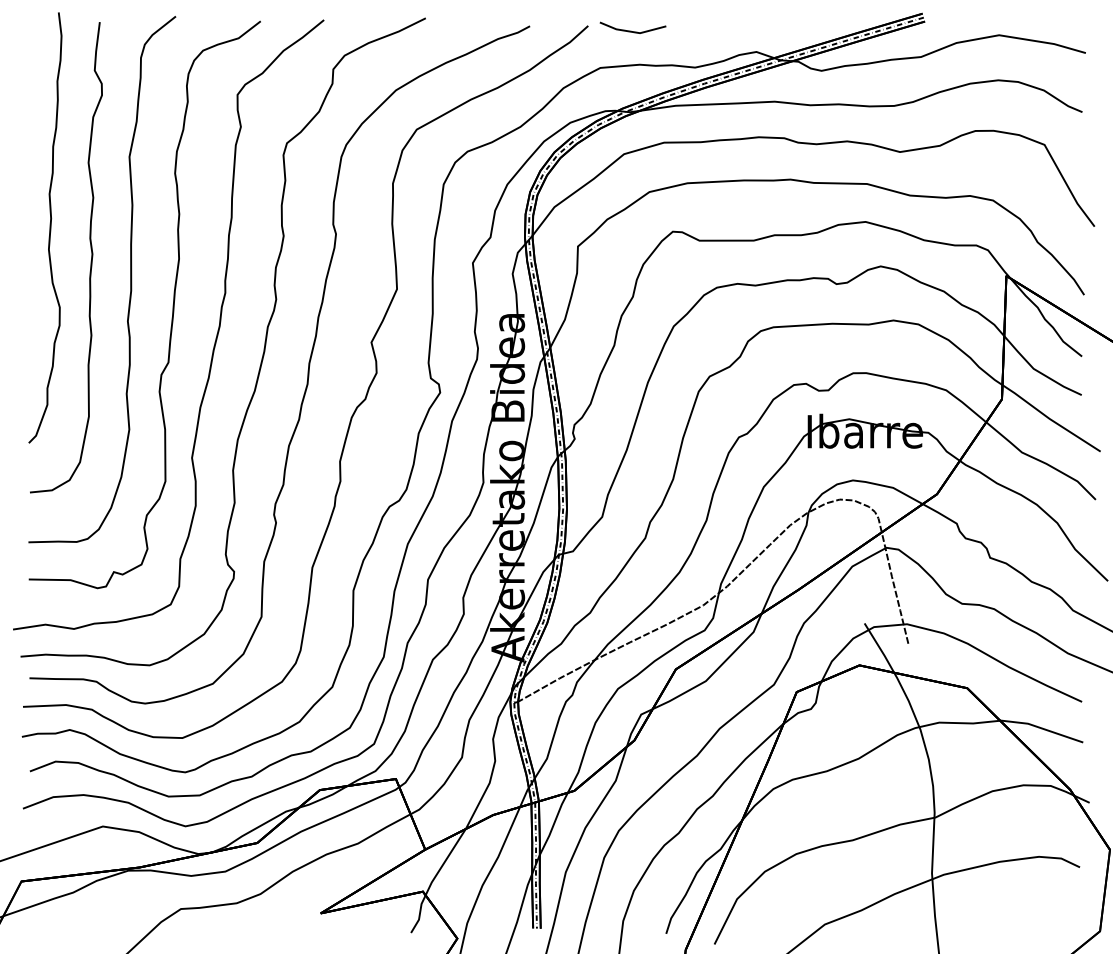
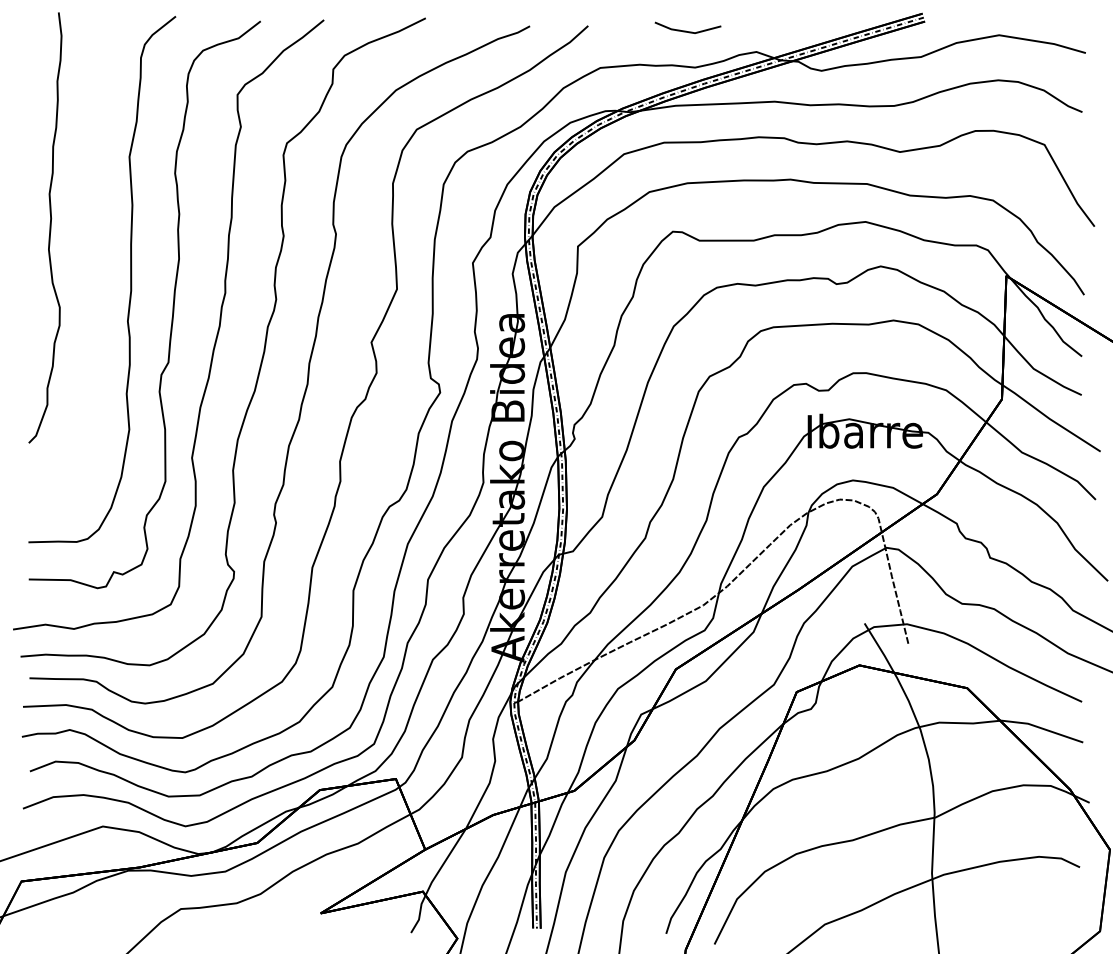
line at (631, 30) position: (631, 30) -> (686, 30)
curve at (90, 261): present -> none
